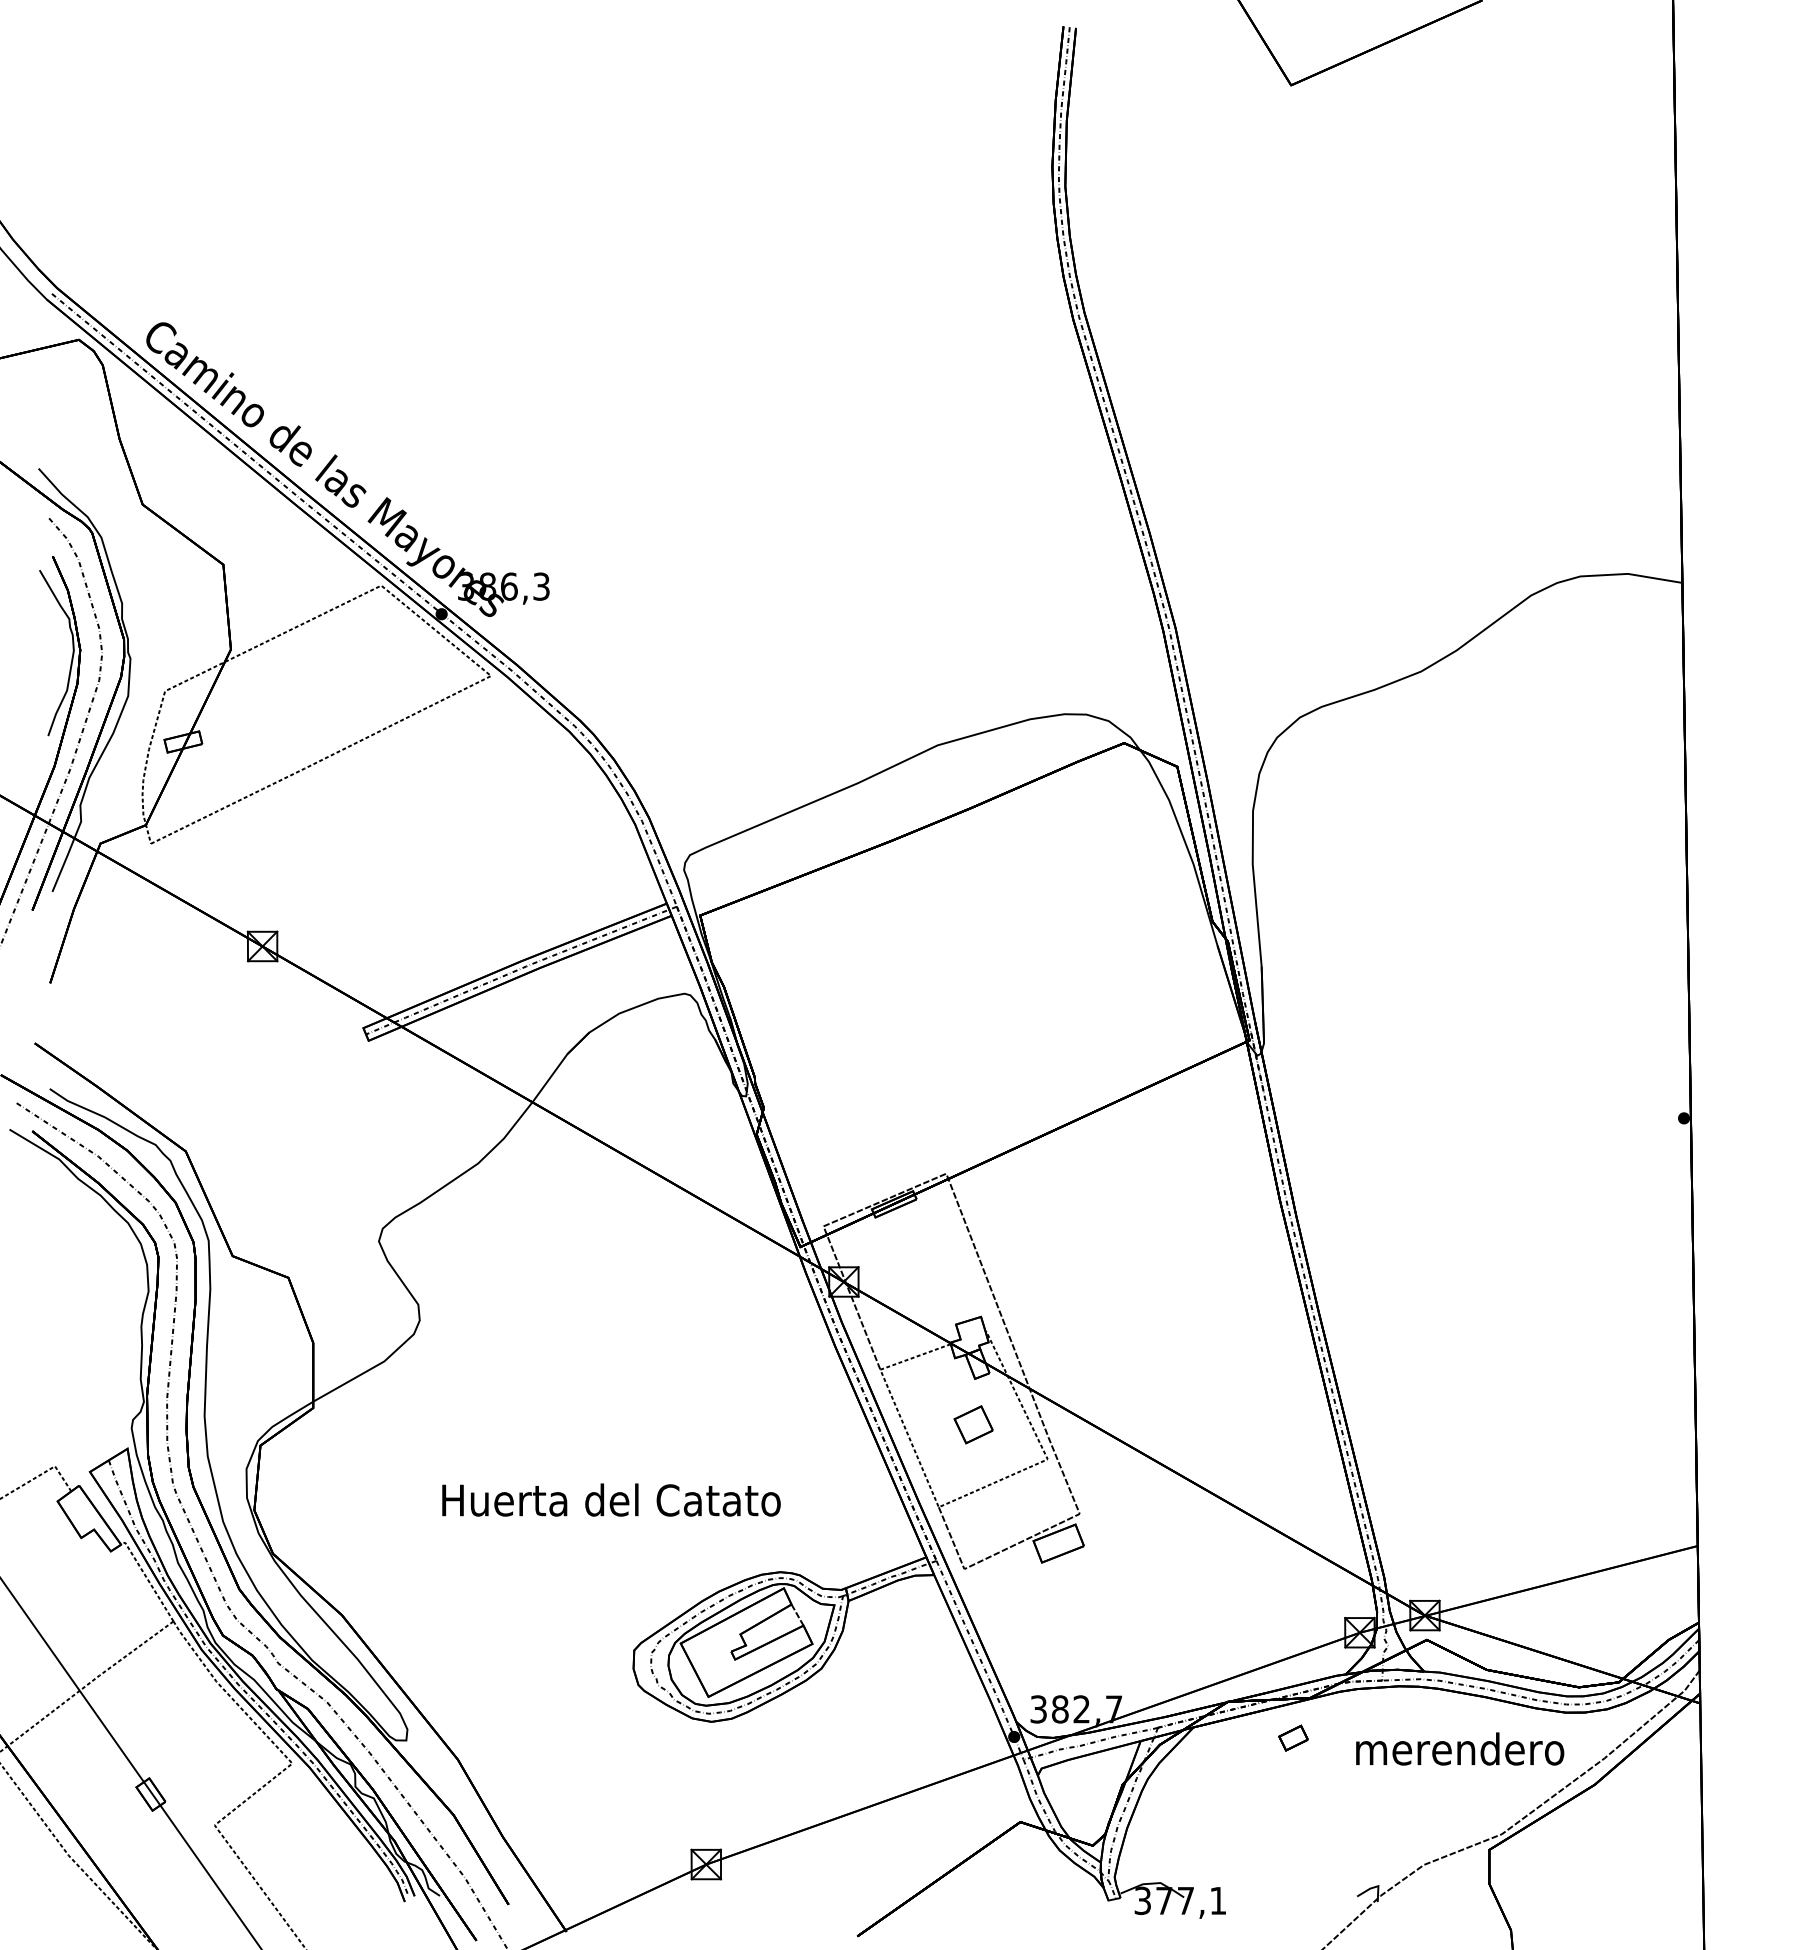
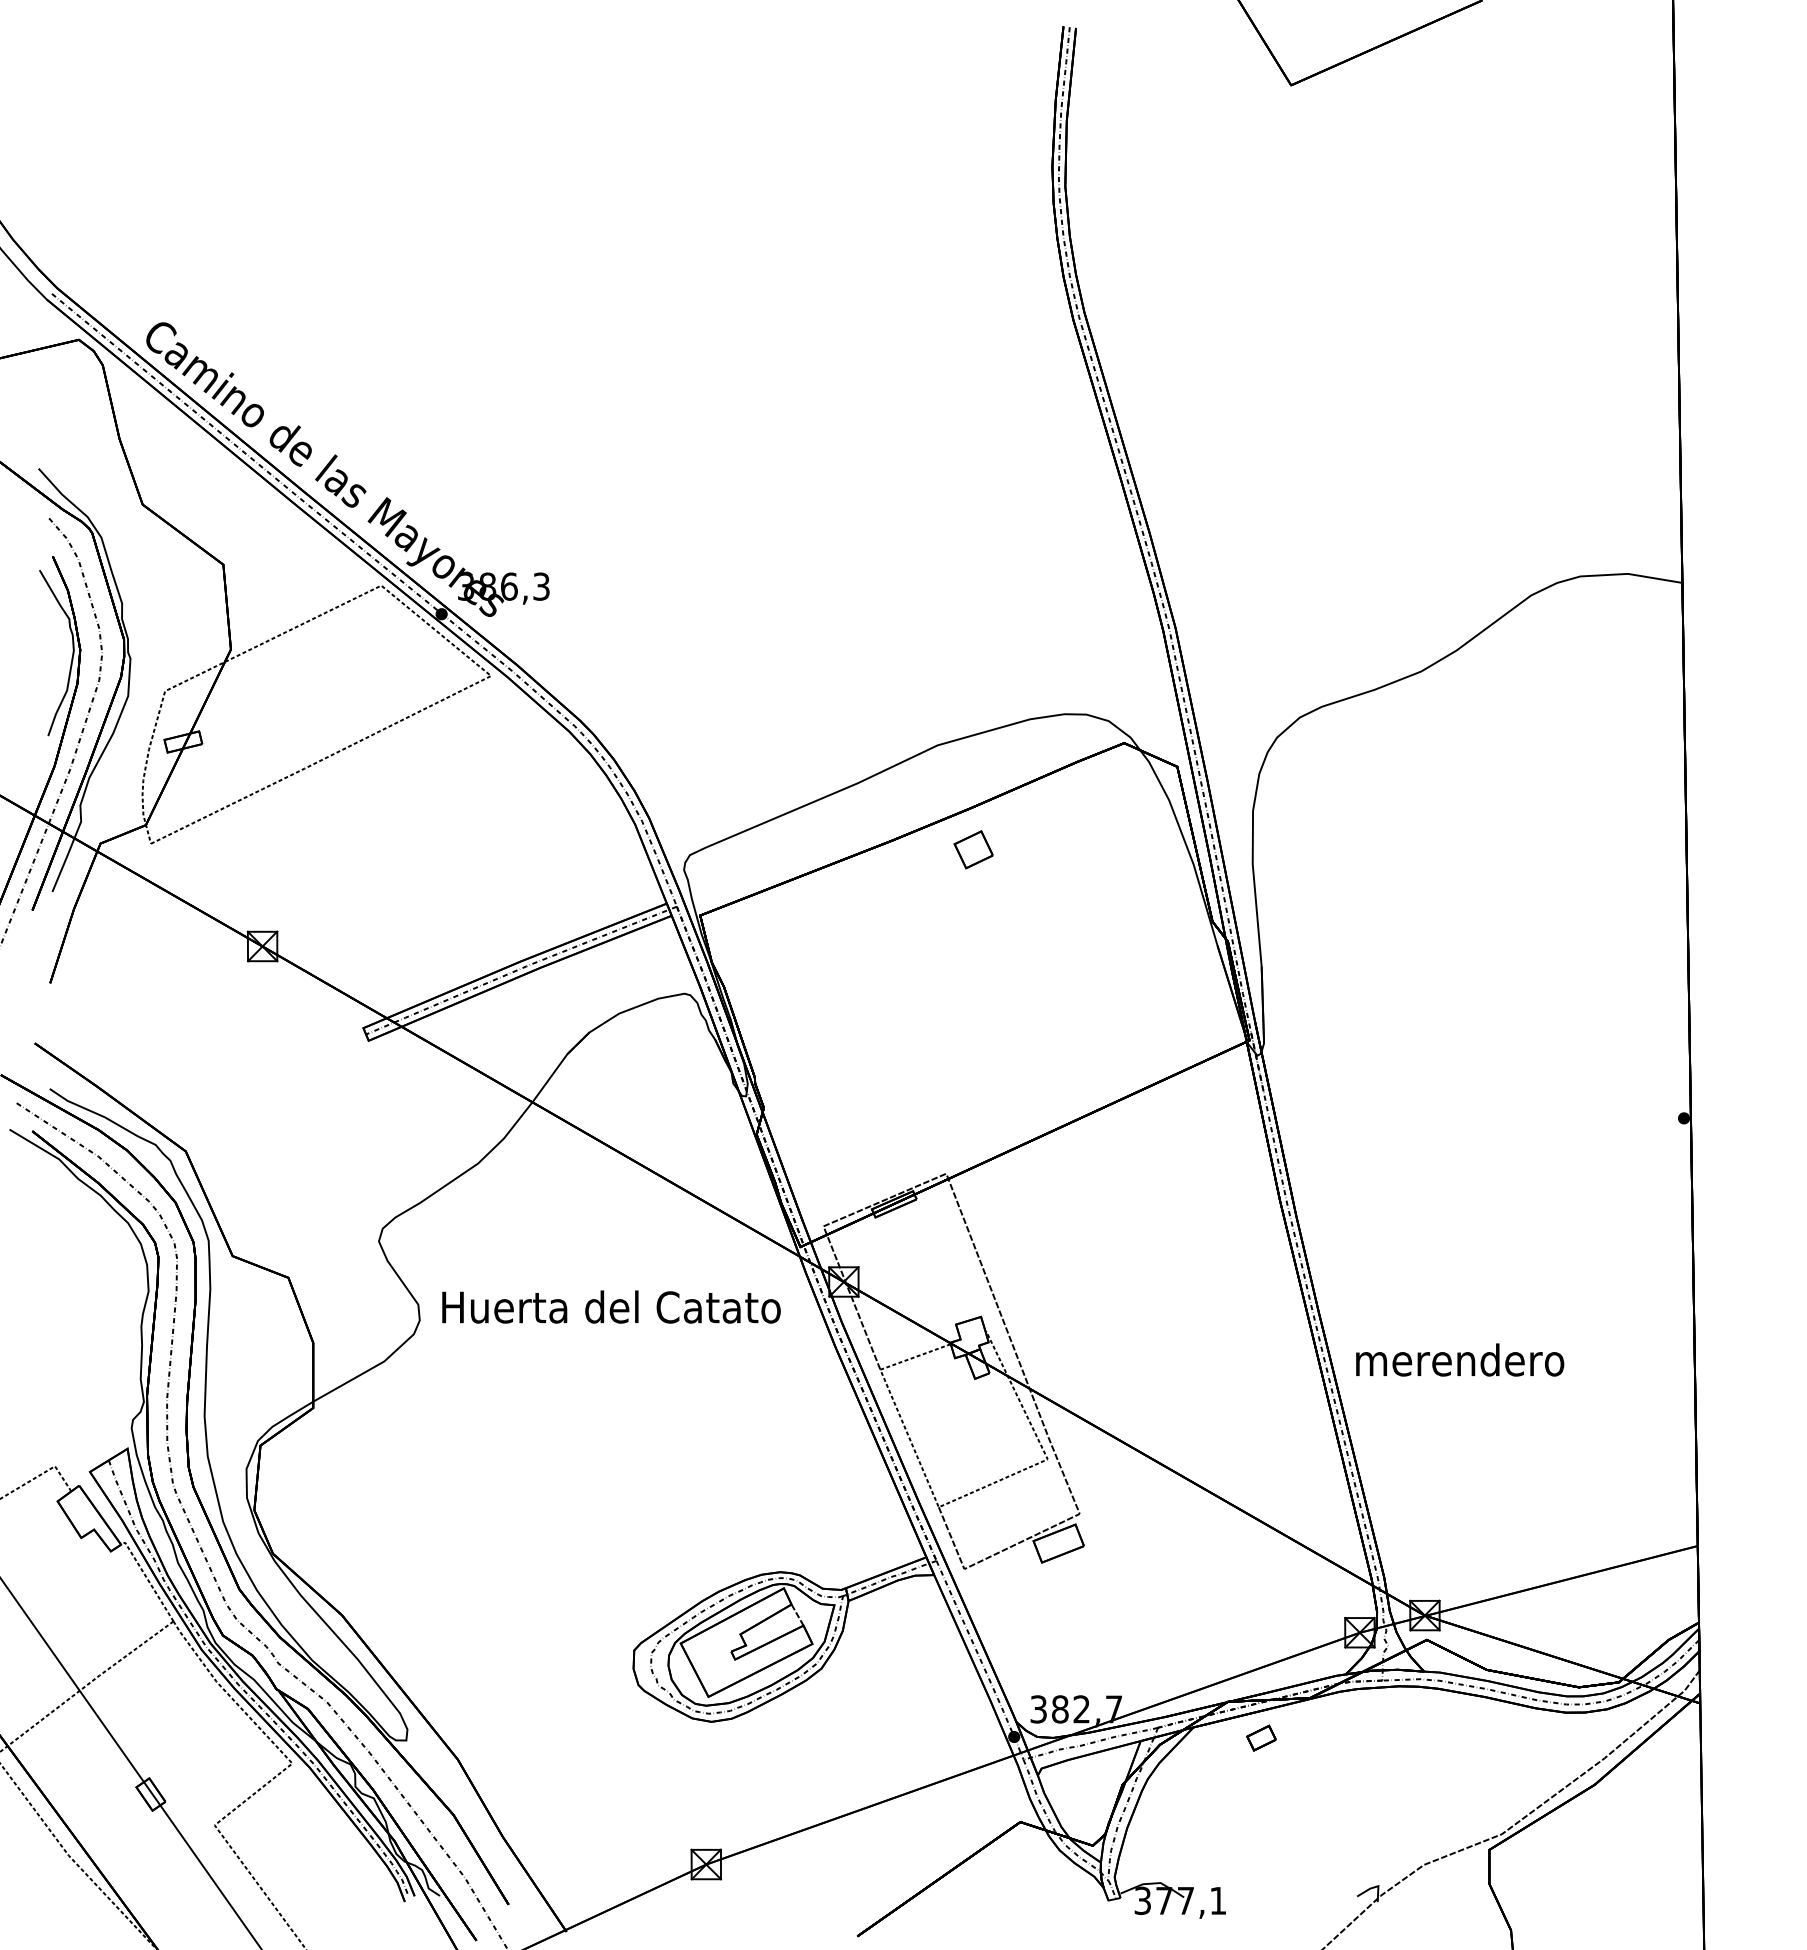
part at (973, 1424) position: (973, 1424) -> (973, 849)
text at (611, 1499) position: (611, 1499) -> (611, 1306)
part at (1293, 1737) position: (1293, 1737) -> (1261, 1737)
text at (1460, 1748) position: (1460, 1748) -> (1460, 1359)
